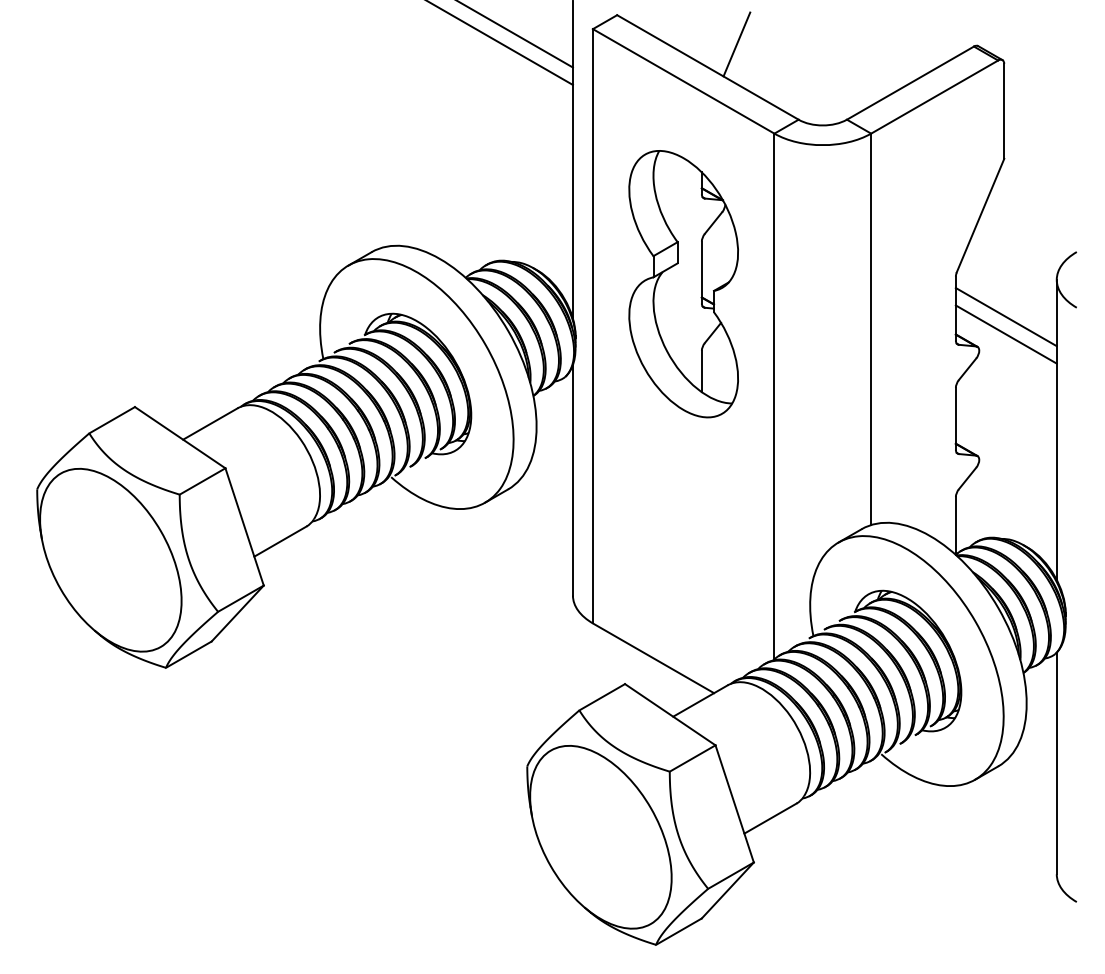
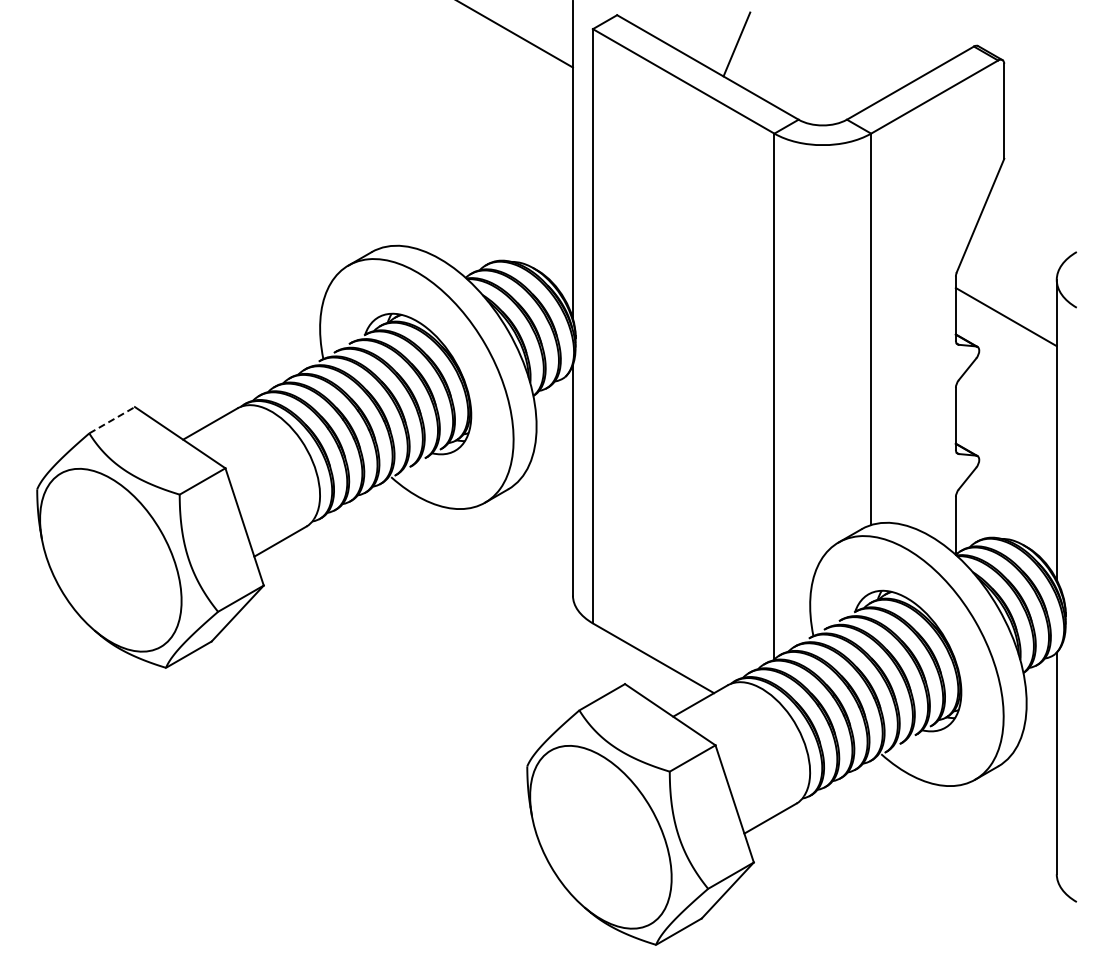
line at (500, 43): present -> none
part at (683, 284): present -> none
line at (1005, 334): present -> none
line at (112, 420): solid -> dashed
